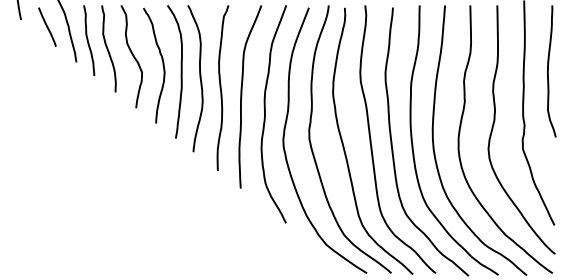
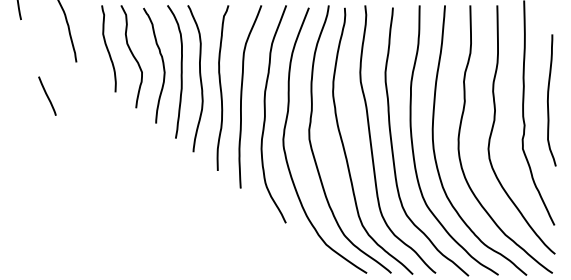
line at (47, 26) position: (47, 26) -> (47, 95)
curve at (88, 40): present -> none
curve at (548, 71) position: (548, 71) -> (548, 100)
